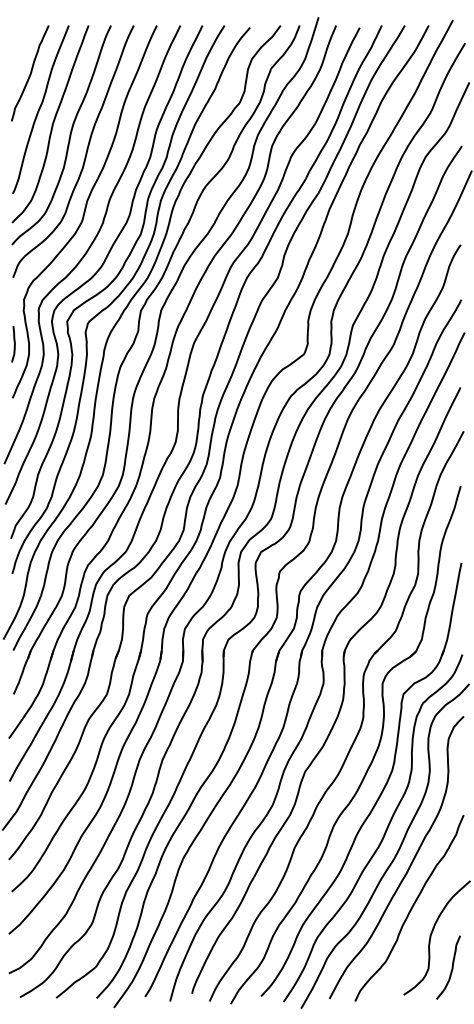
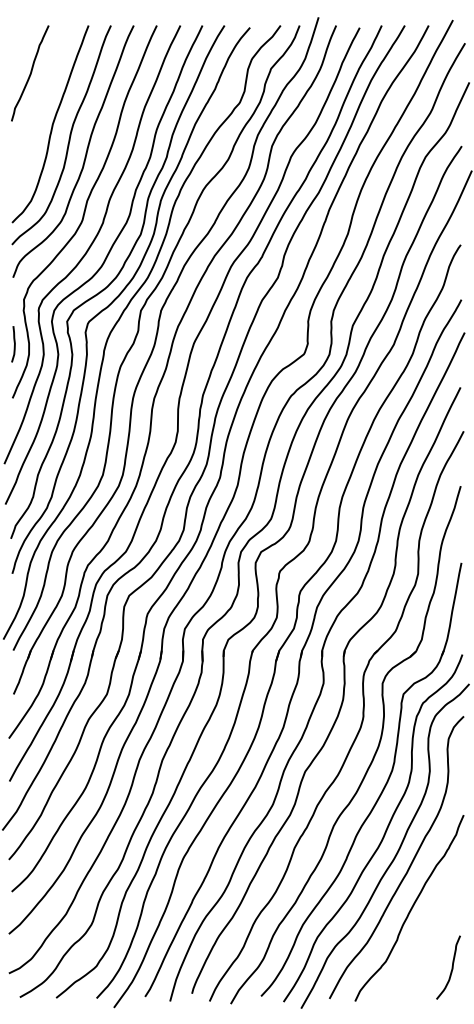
curve at (40, 109): present -> none
curve at (431, 937): present -> none
